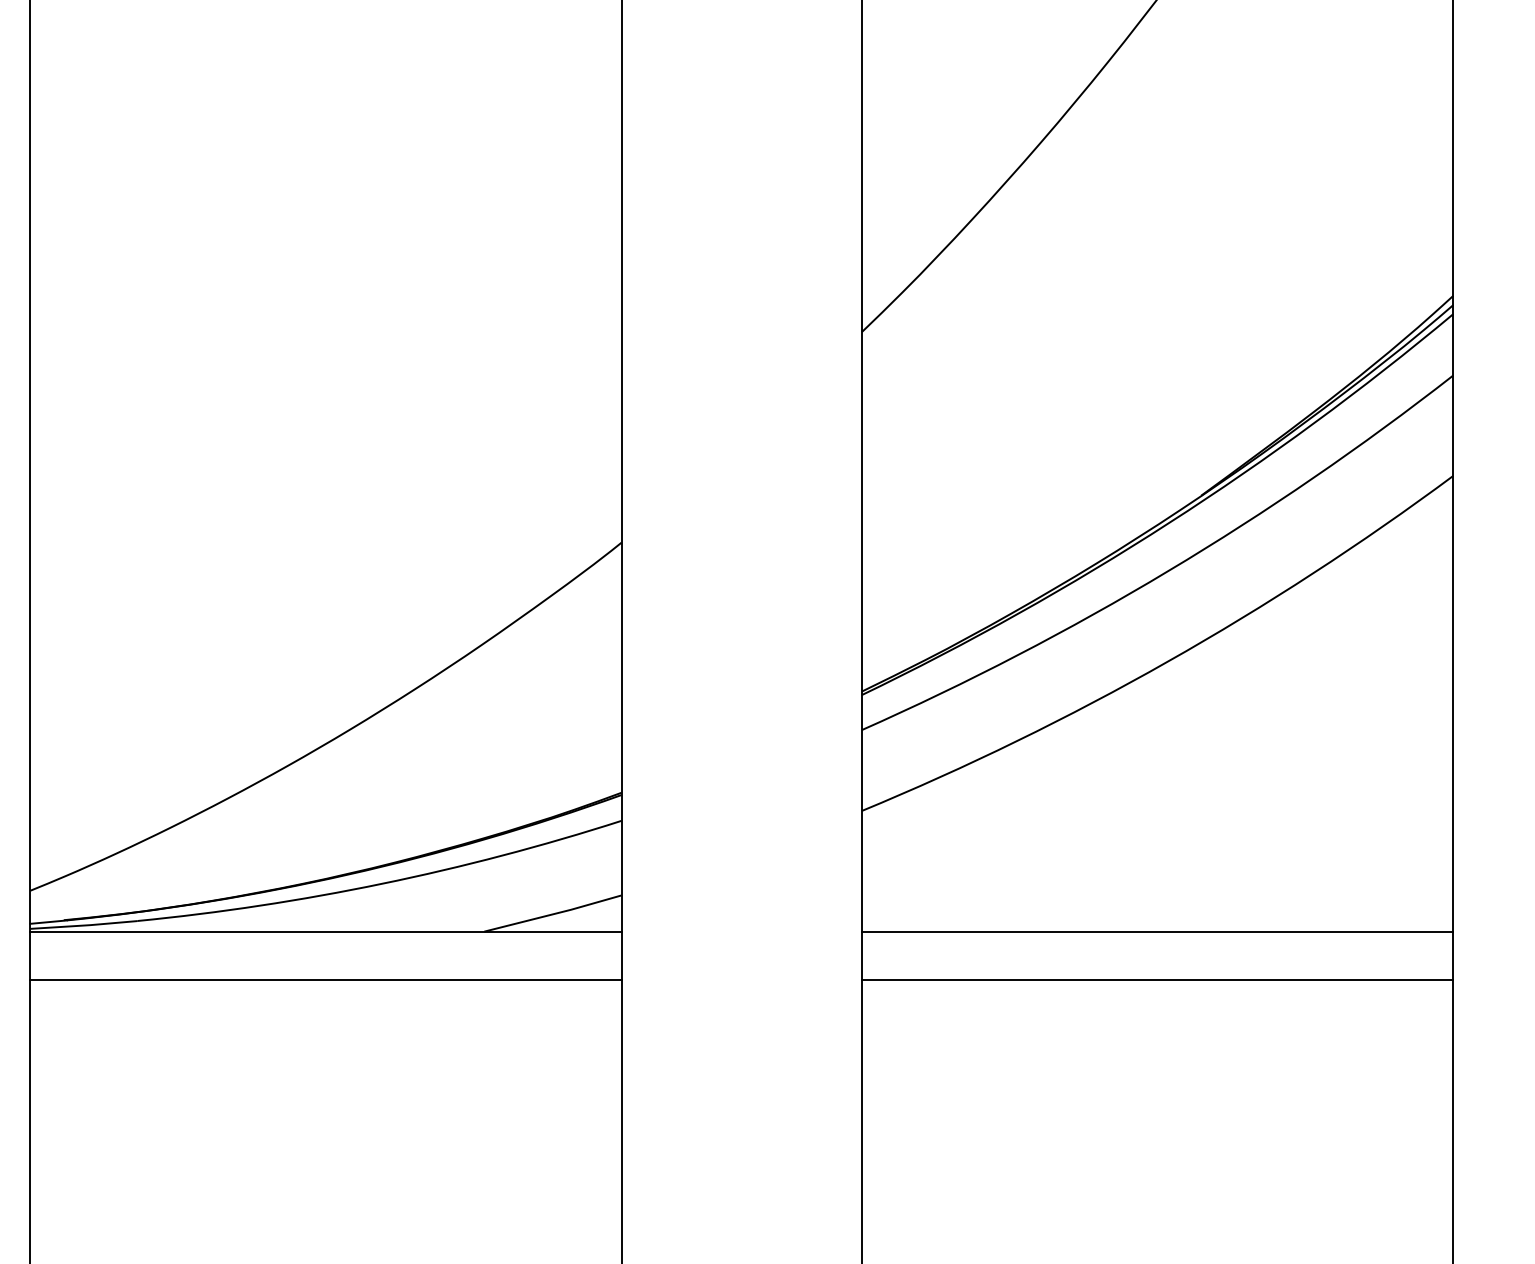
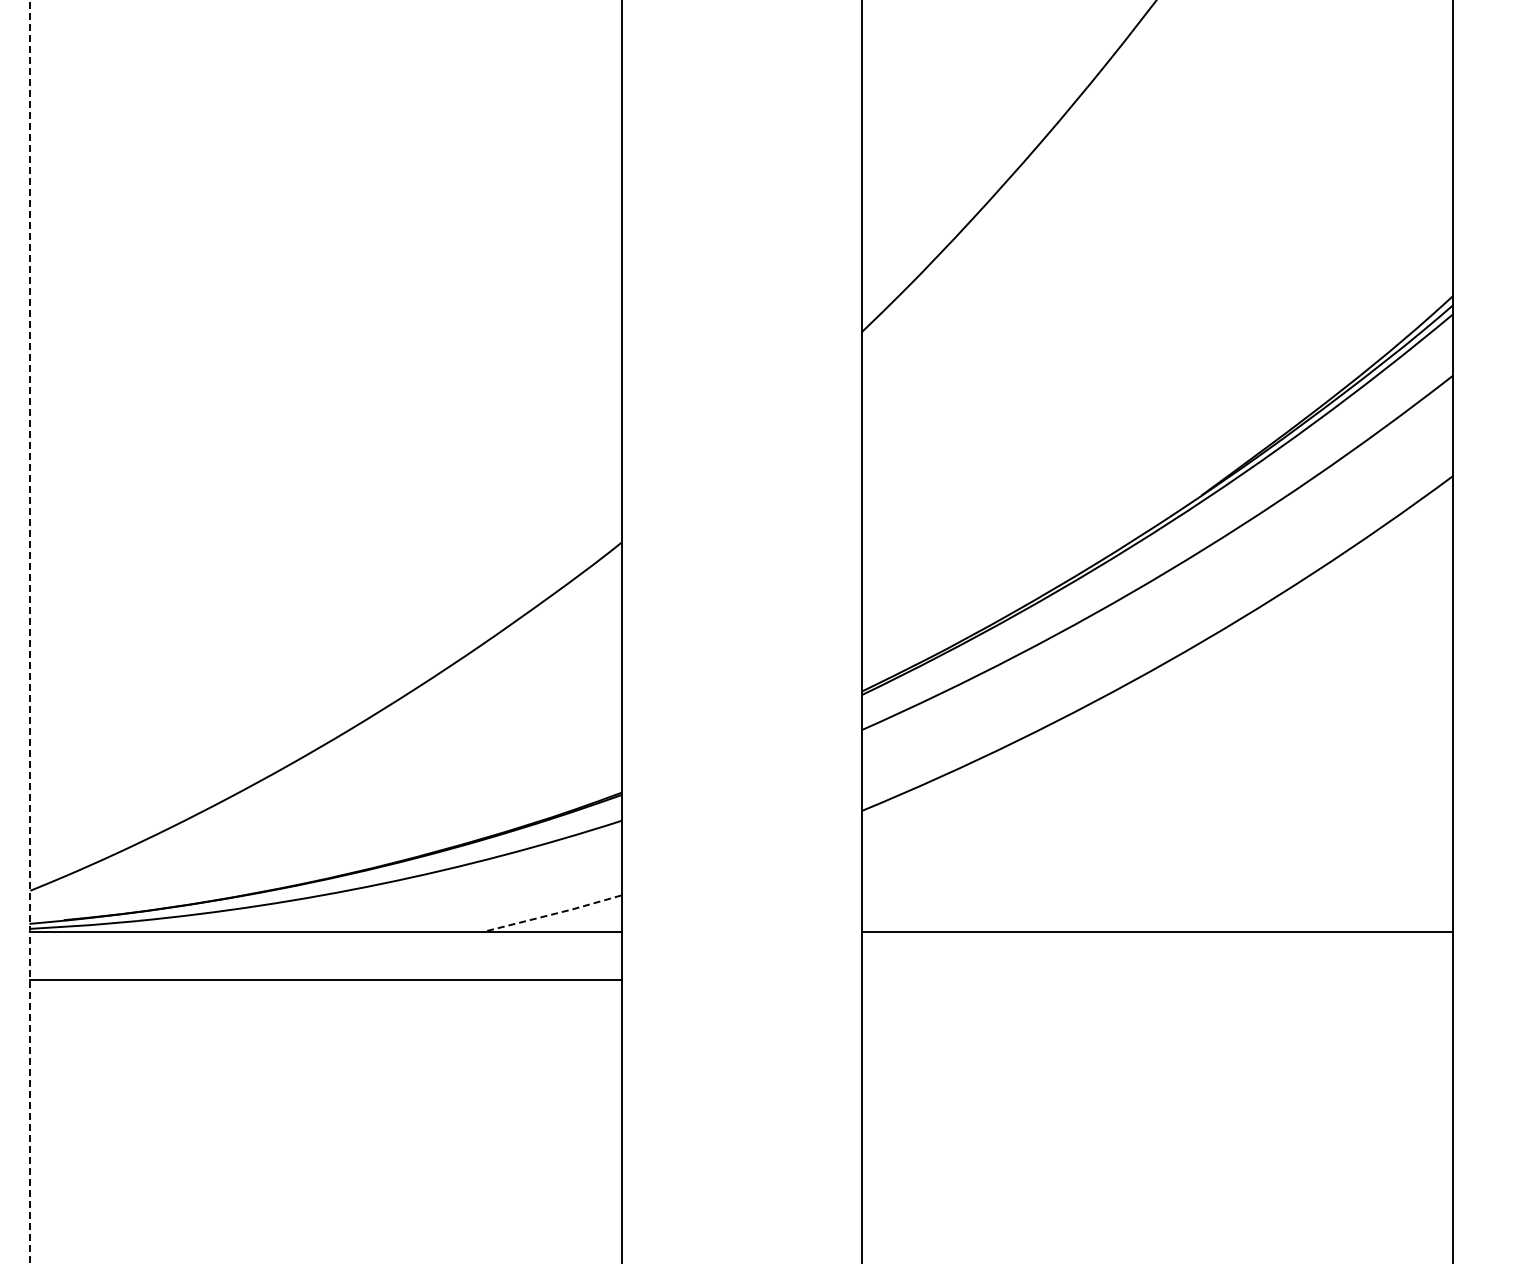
line at (30, 632): solid -> dashed
line at (553, 914): solid -> dashed
line at (1157, 979): present -> none
